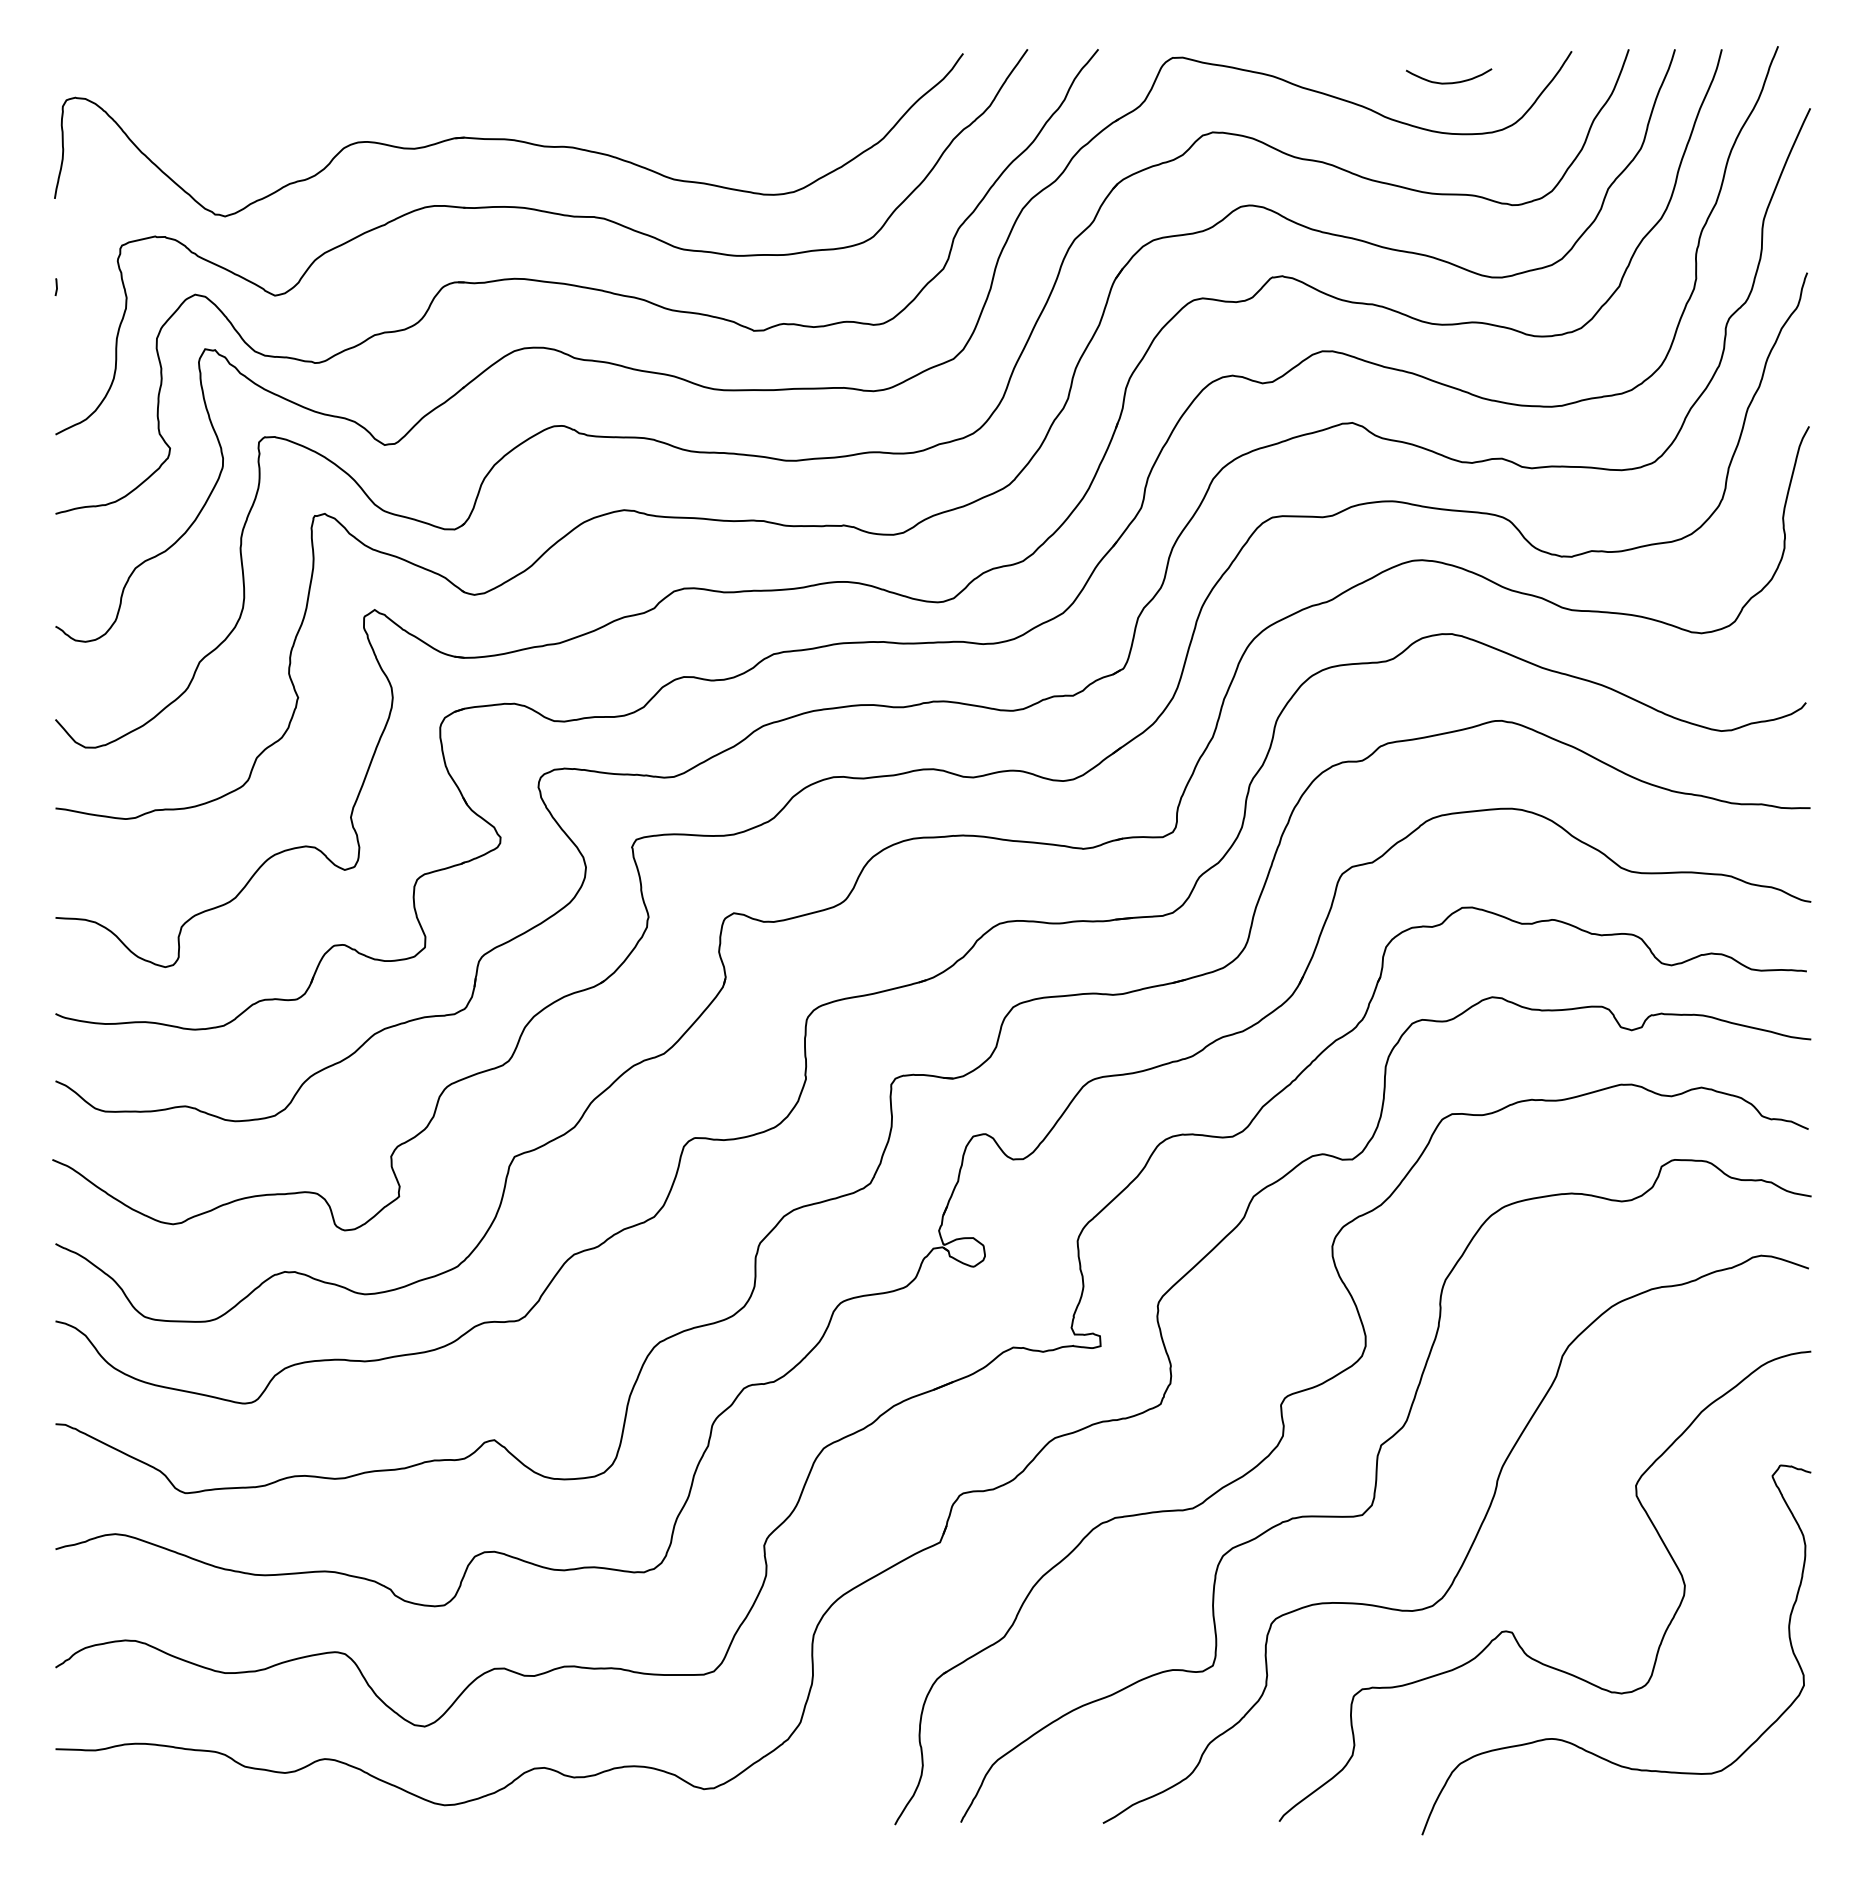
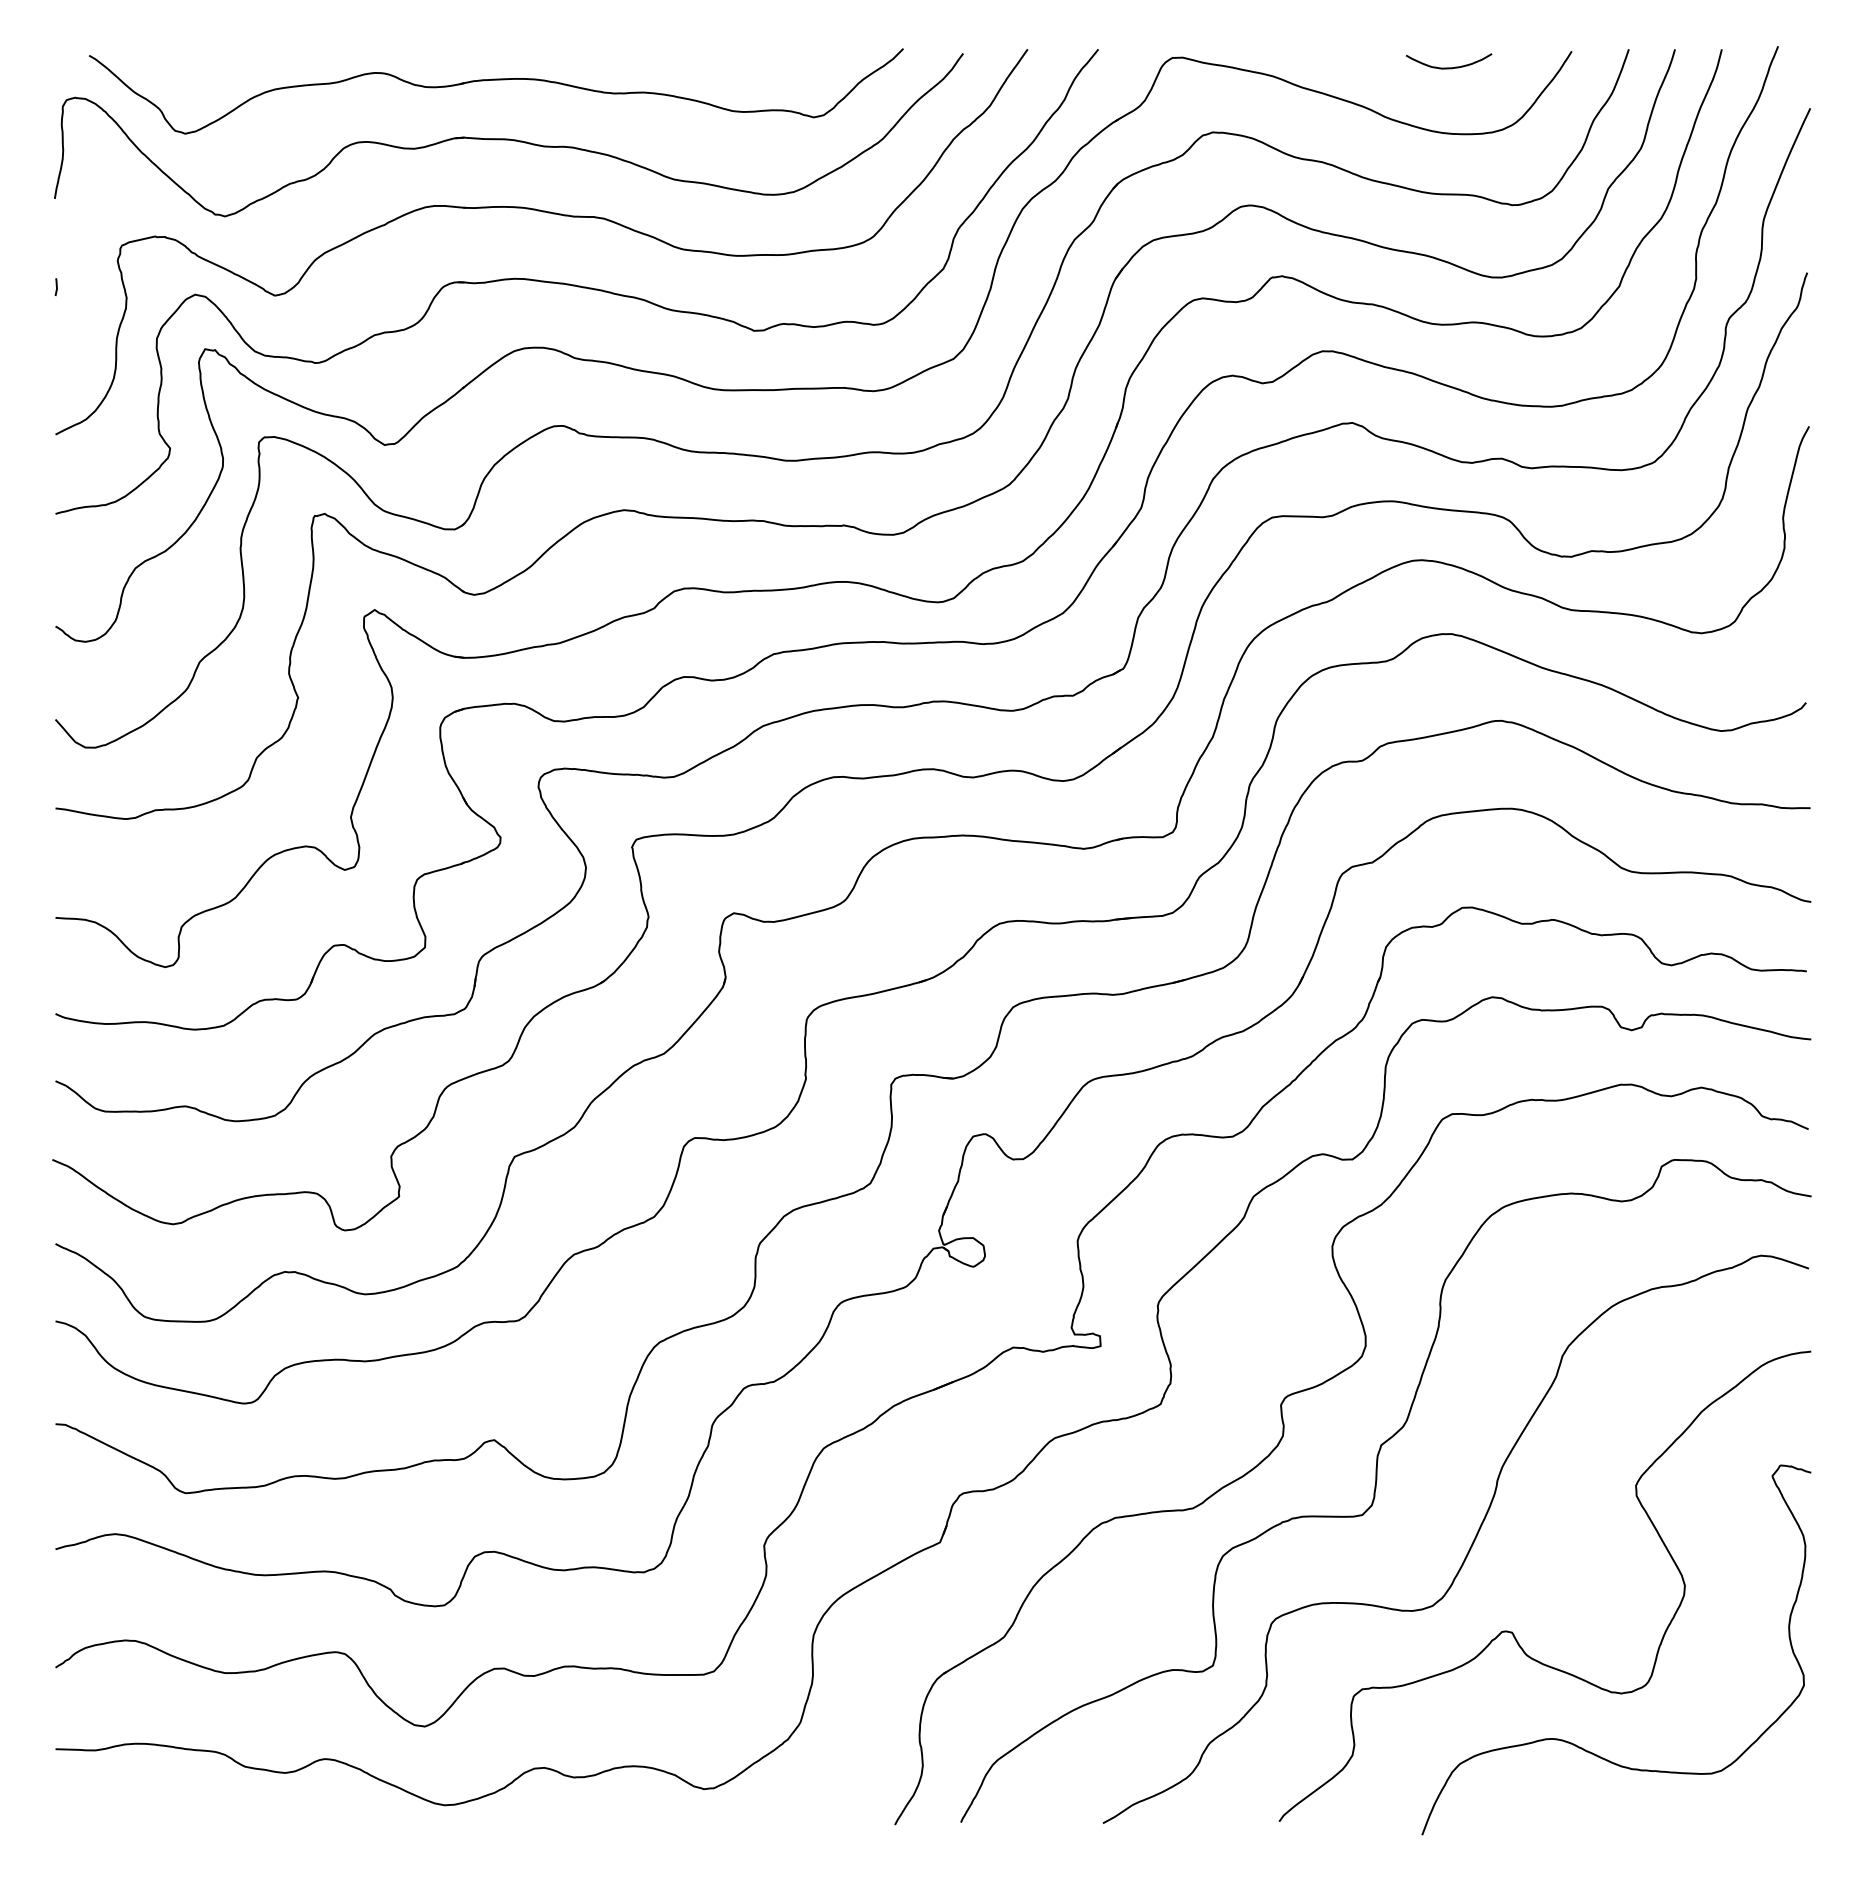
part at (496, 80): none -> present
curve at (1449, 82) position: (1449, 82) -> (1449, 67)
